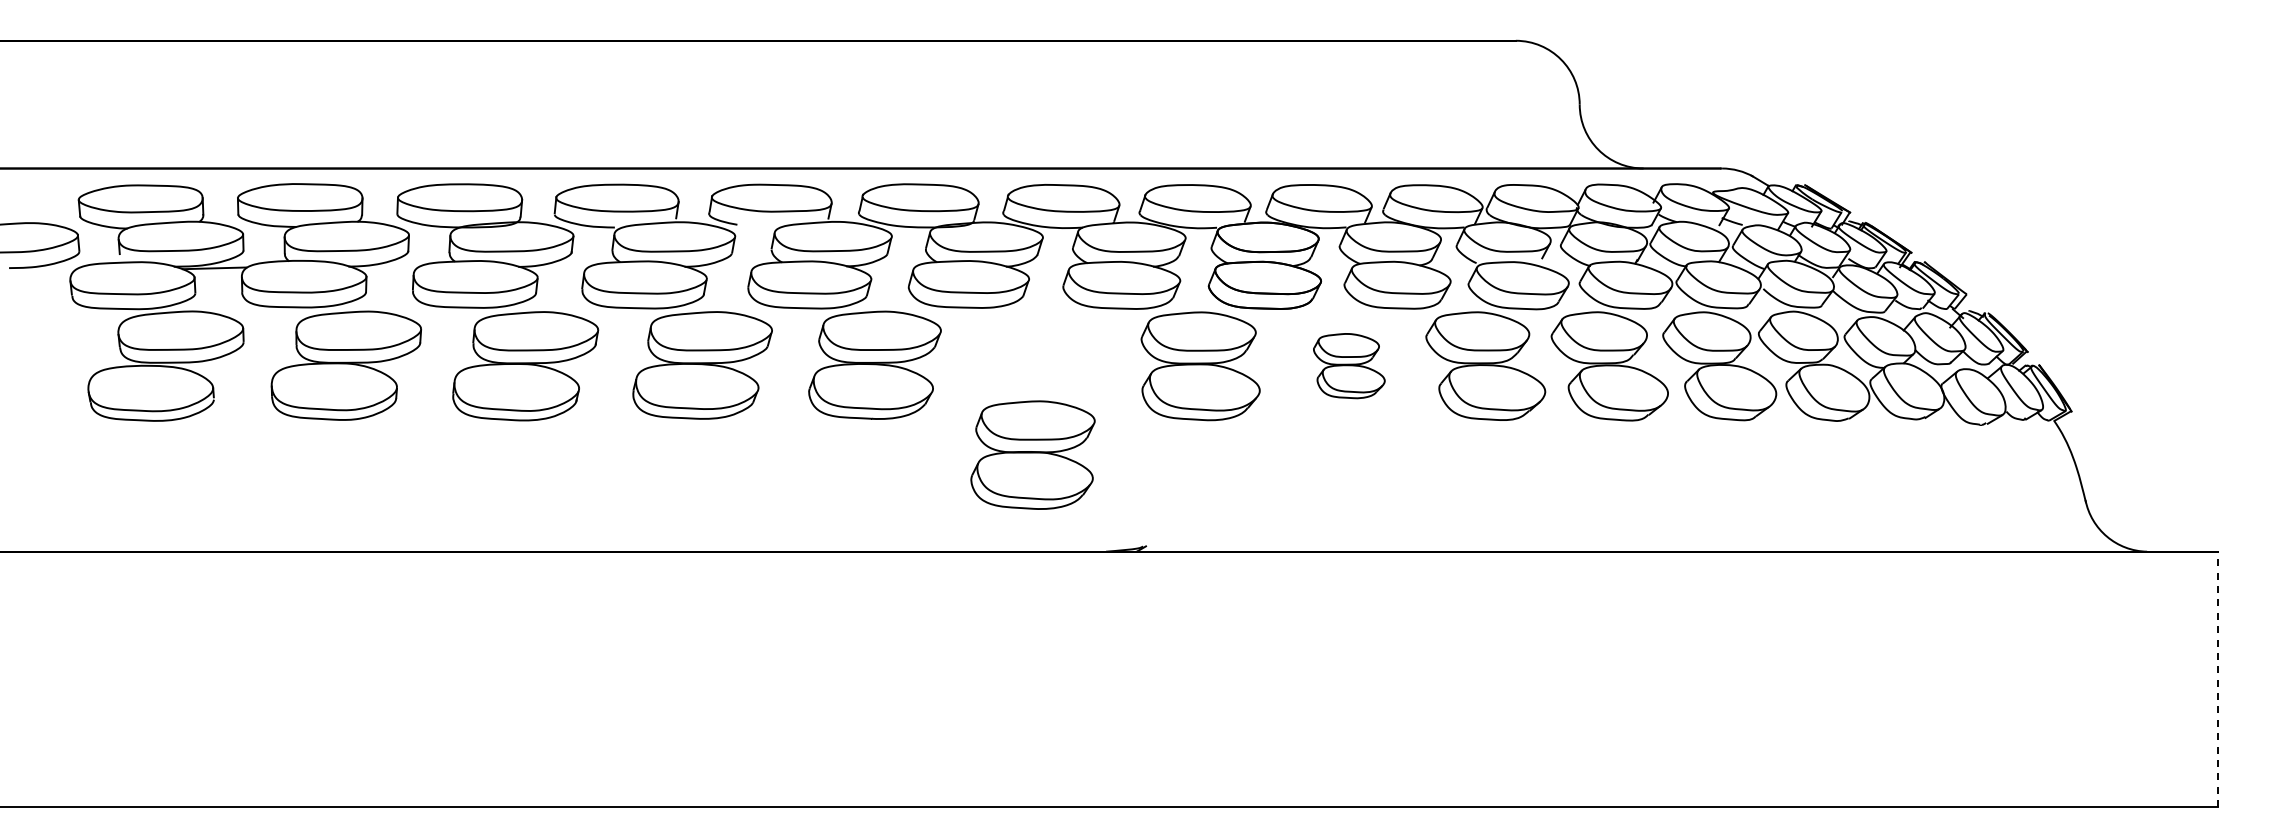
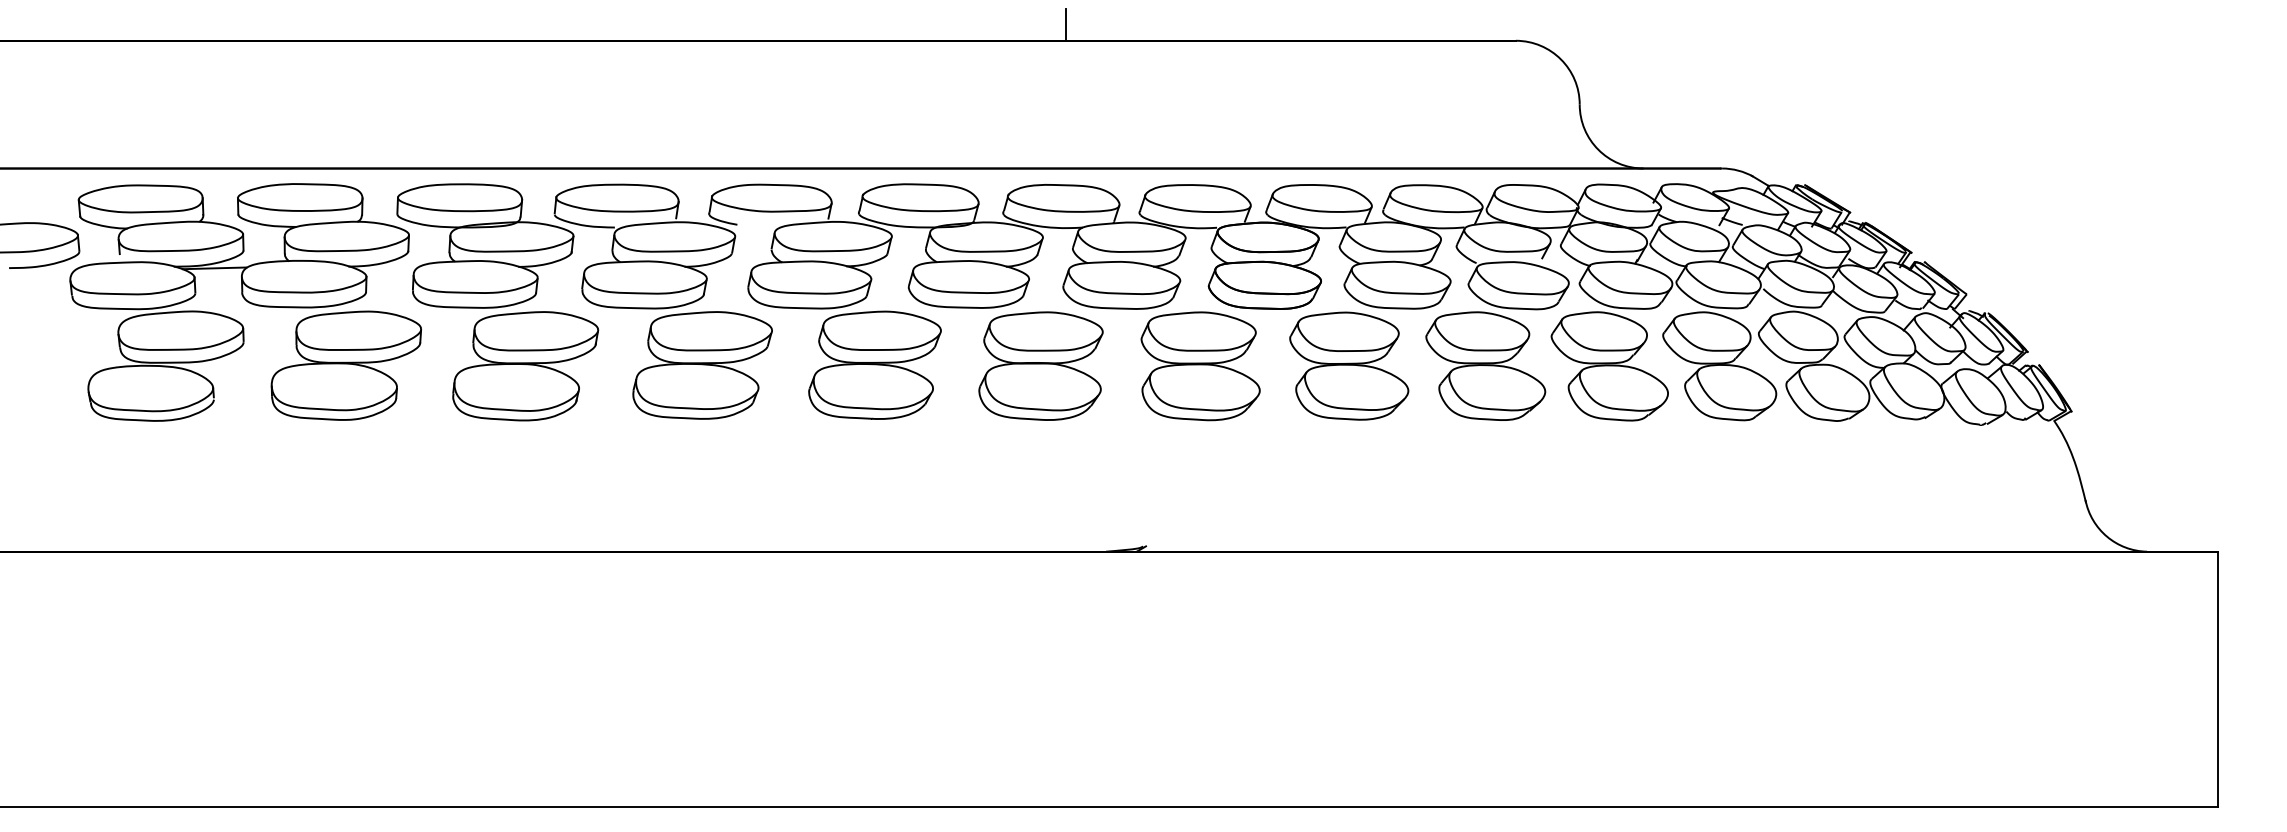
line at (1065, 24): none -> present
part at (1349, 366) size: 73x67 px -> 121x110 px
part at (1032, 454) position: (1032, 454) -> (1040, 365)
line at (2218, 679): dashed -> solid
